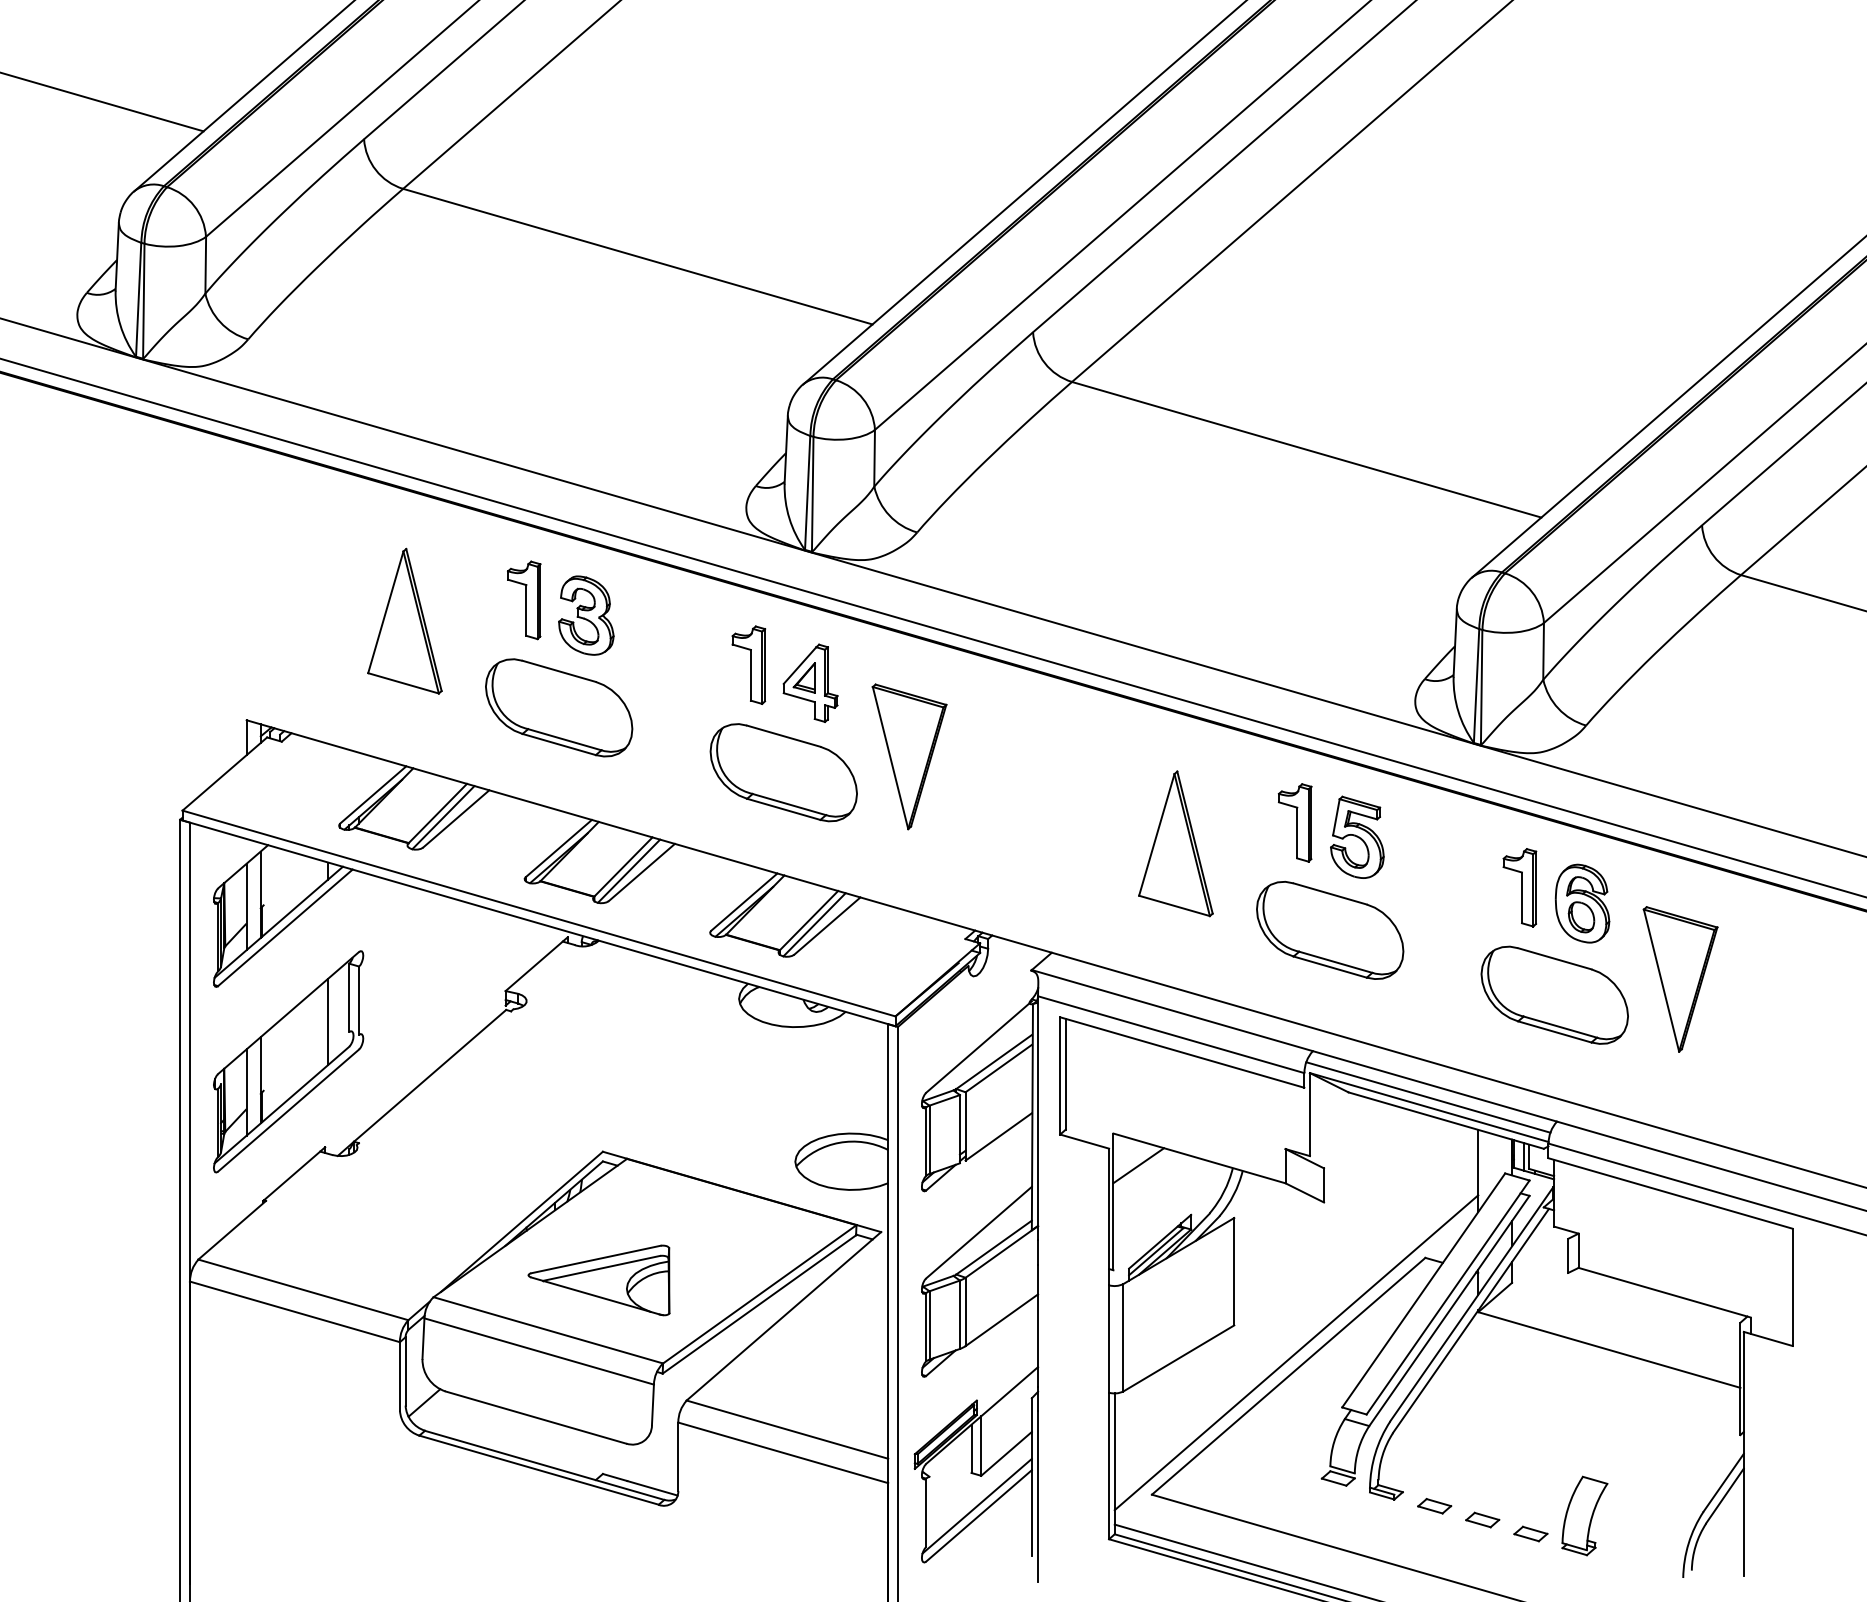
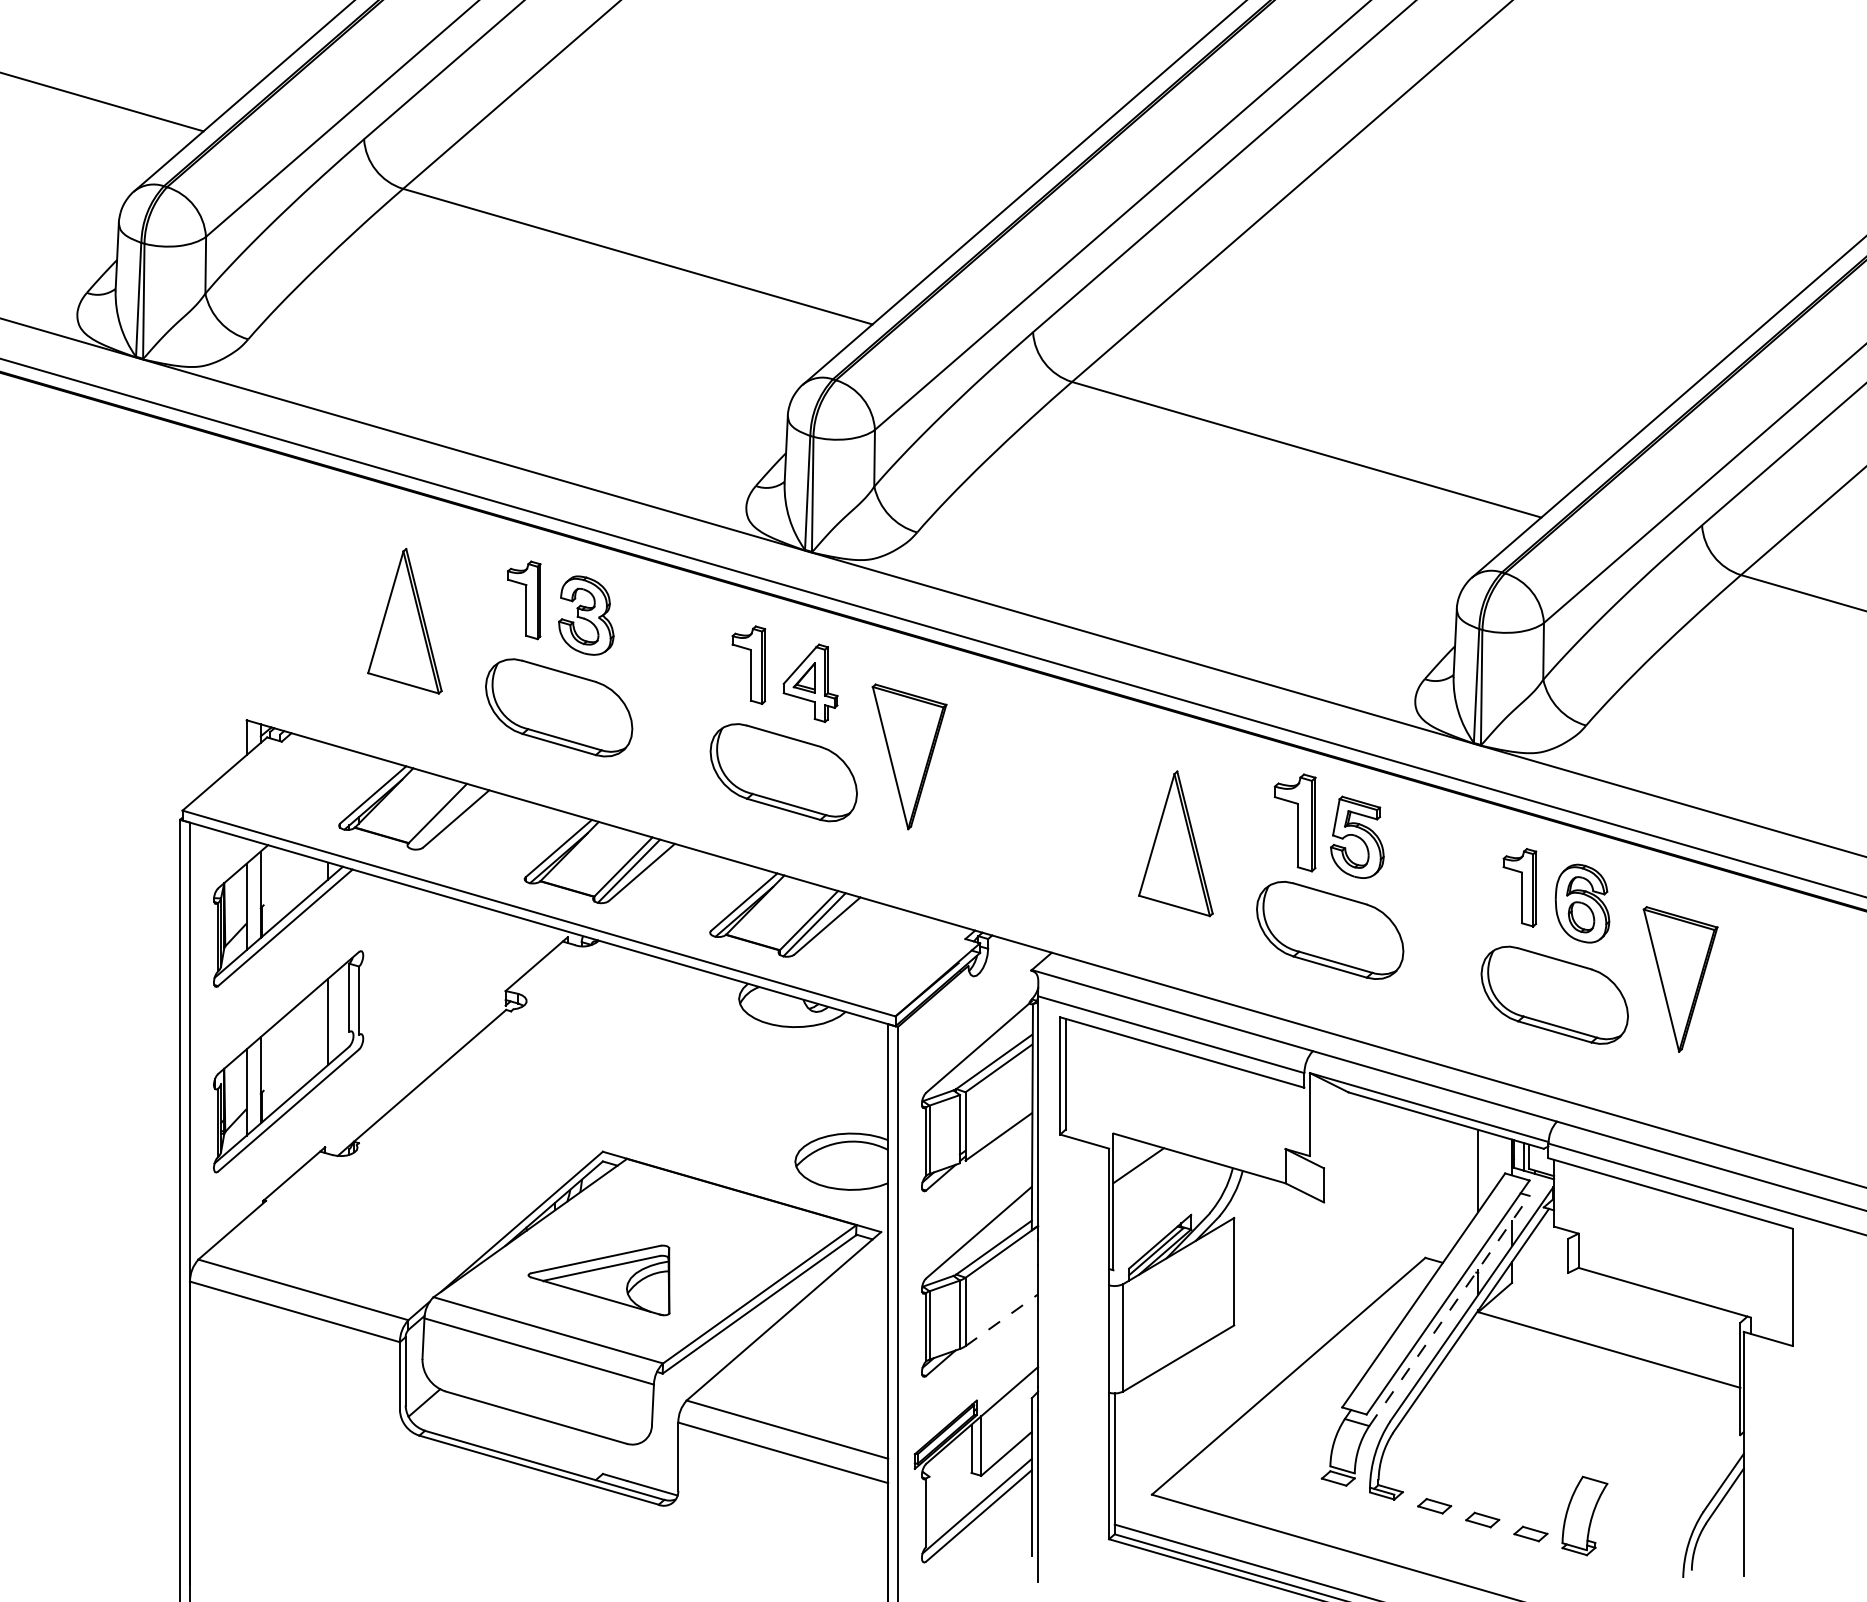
line at (443, 817): present -> none
part at (1294, 822) size: 36x80 px -> 44x100 px
line at (1428, 1097): present -> none
line at (1449, 1310): solid -> dashed
line at (1001, 1320): solid -> dashed
line at (1296, 1352): present -> none
